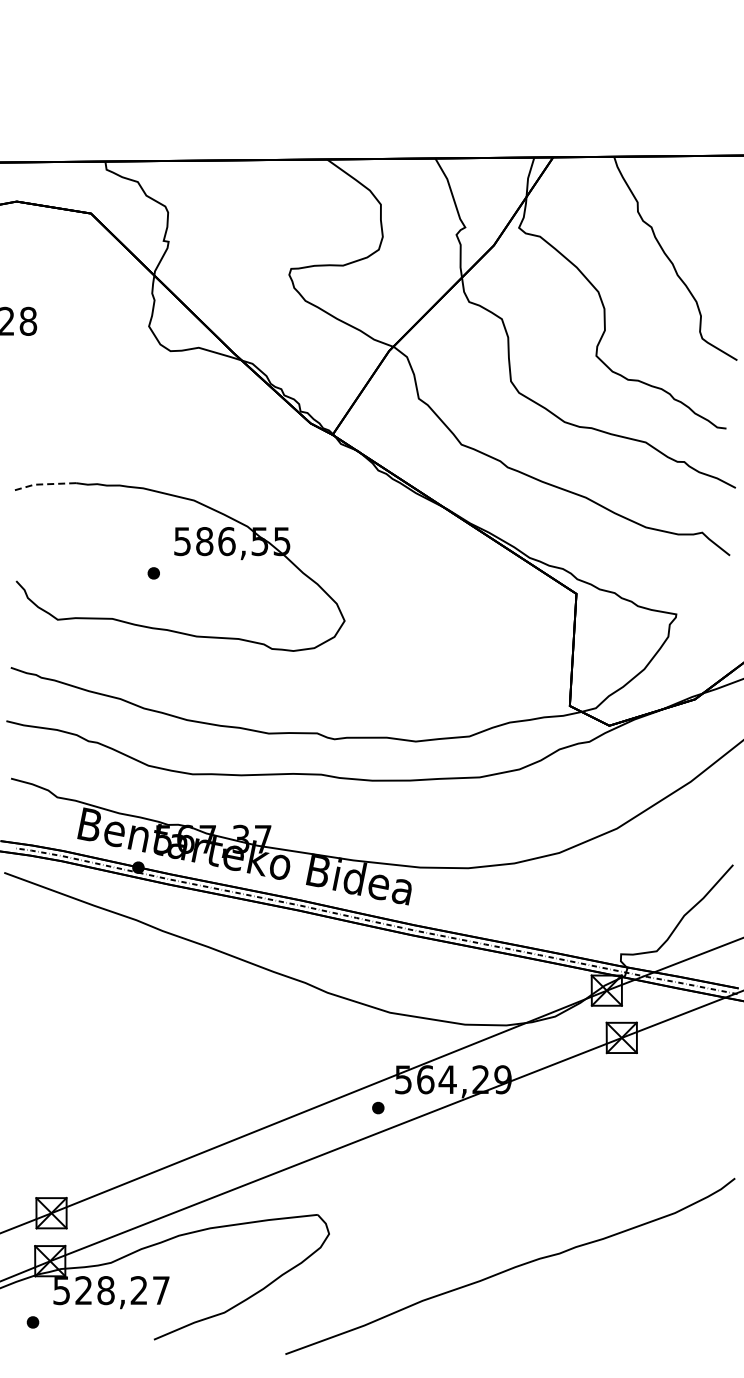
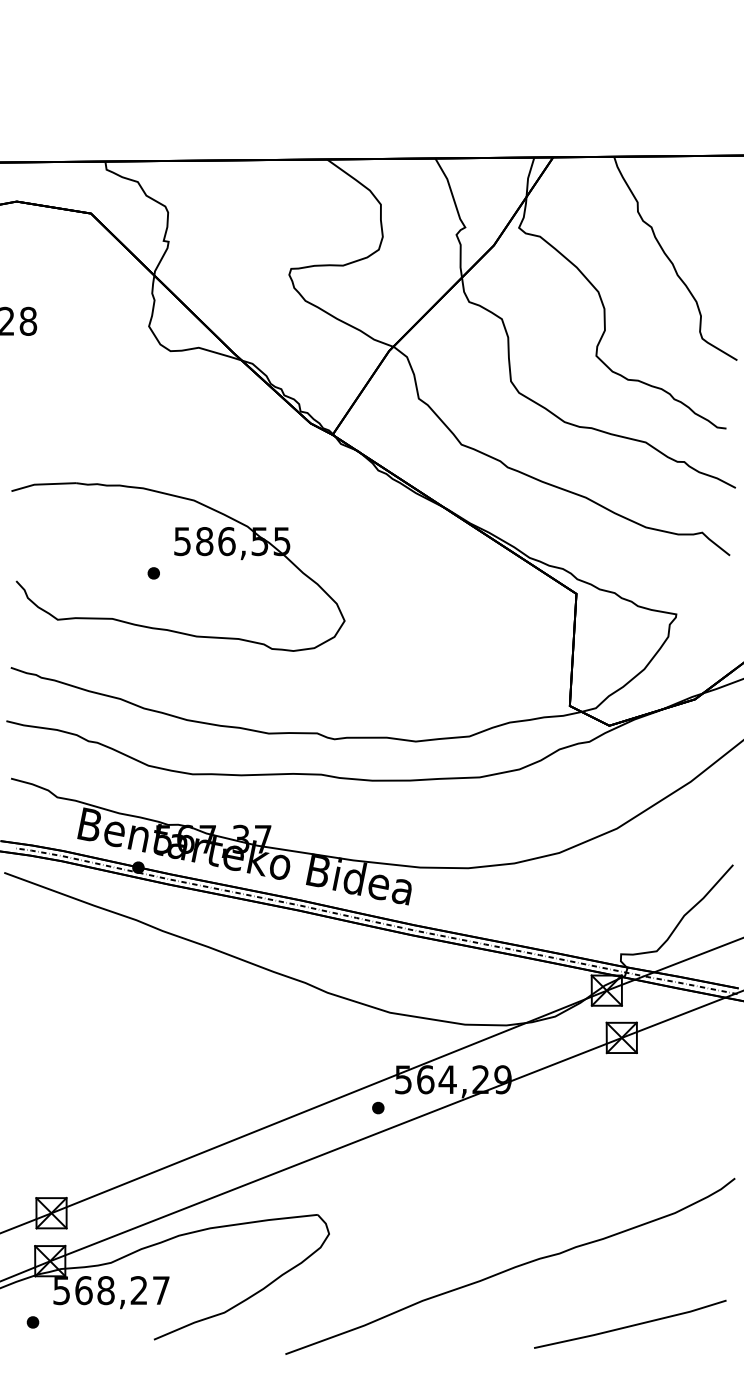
line at (42, 484): dashed -> solid
text at (83, 1290): 528,27 -> 568,27
line at (630, 1325): none -> present
